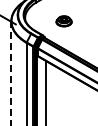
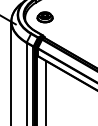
part at (63, 21) position: (63, 21) -> (44, 17)
line at (11, 73): dashed -> solid
